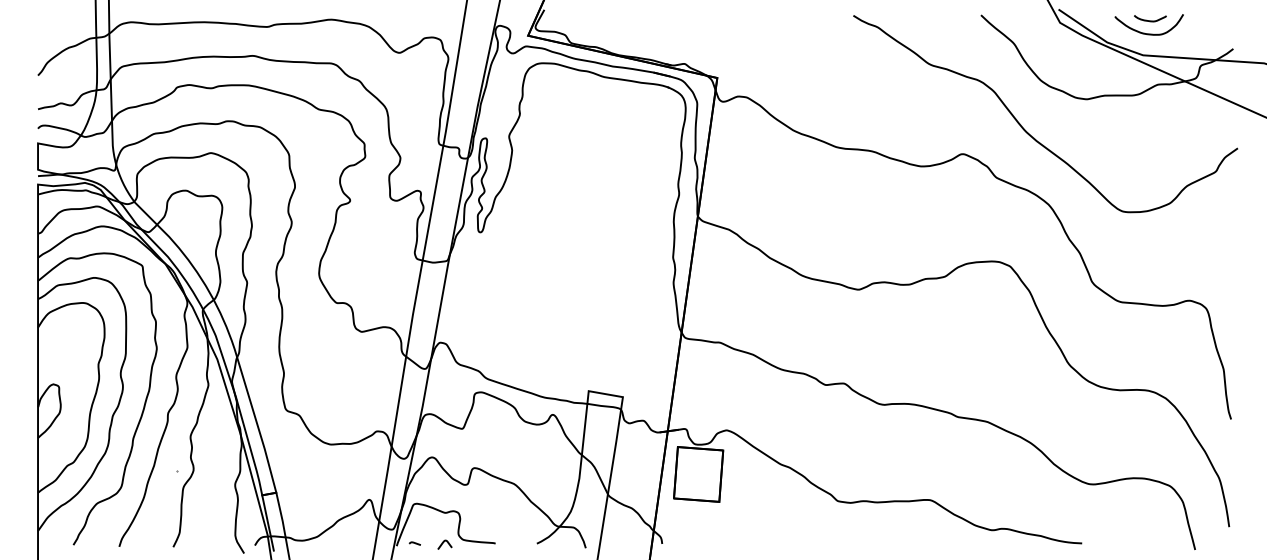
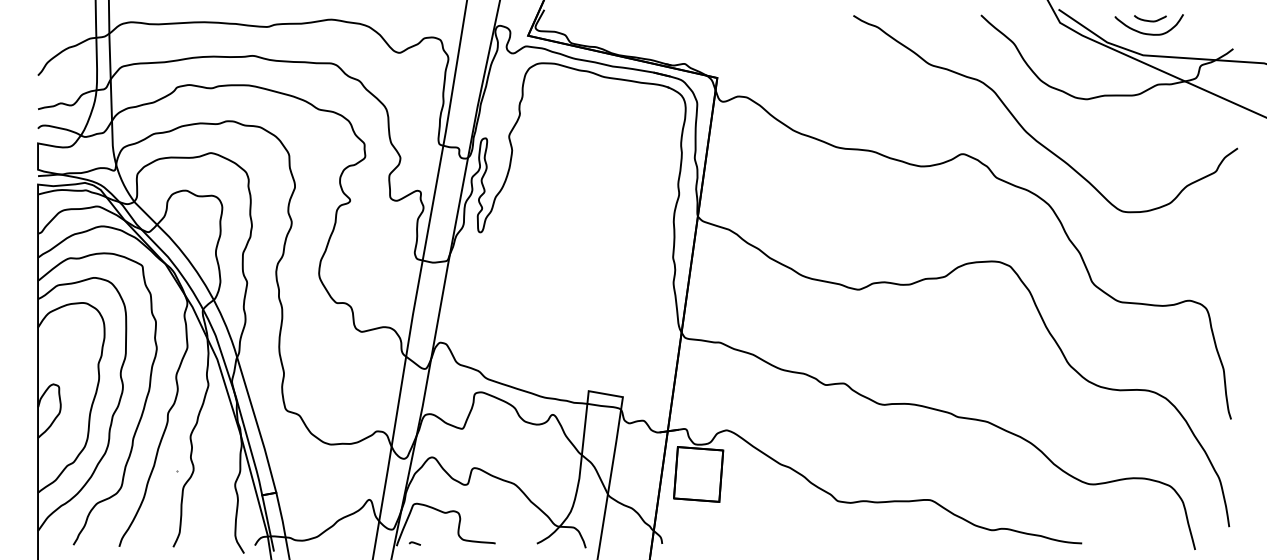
curve at (443, 543): present -> none
